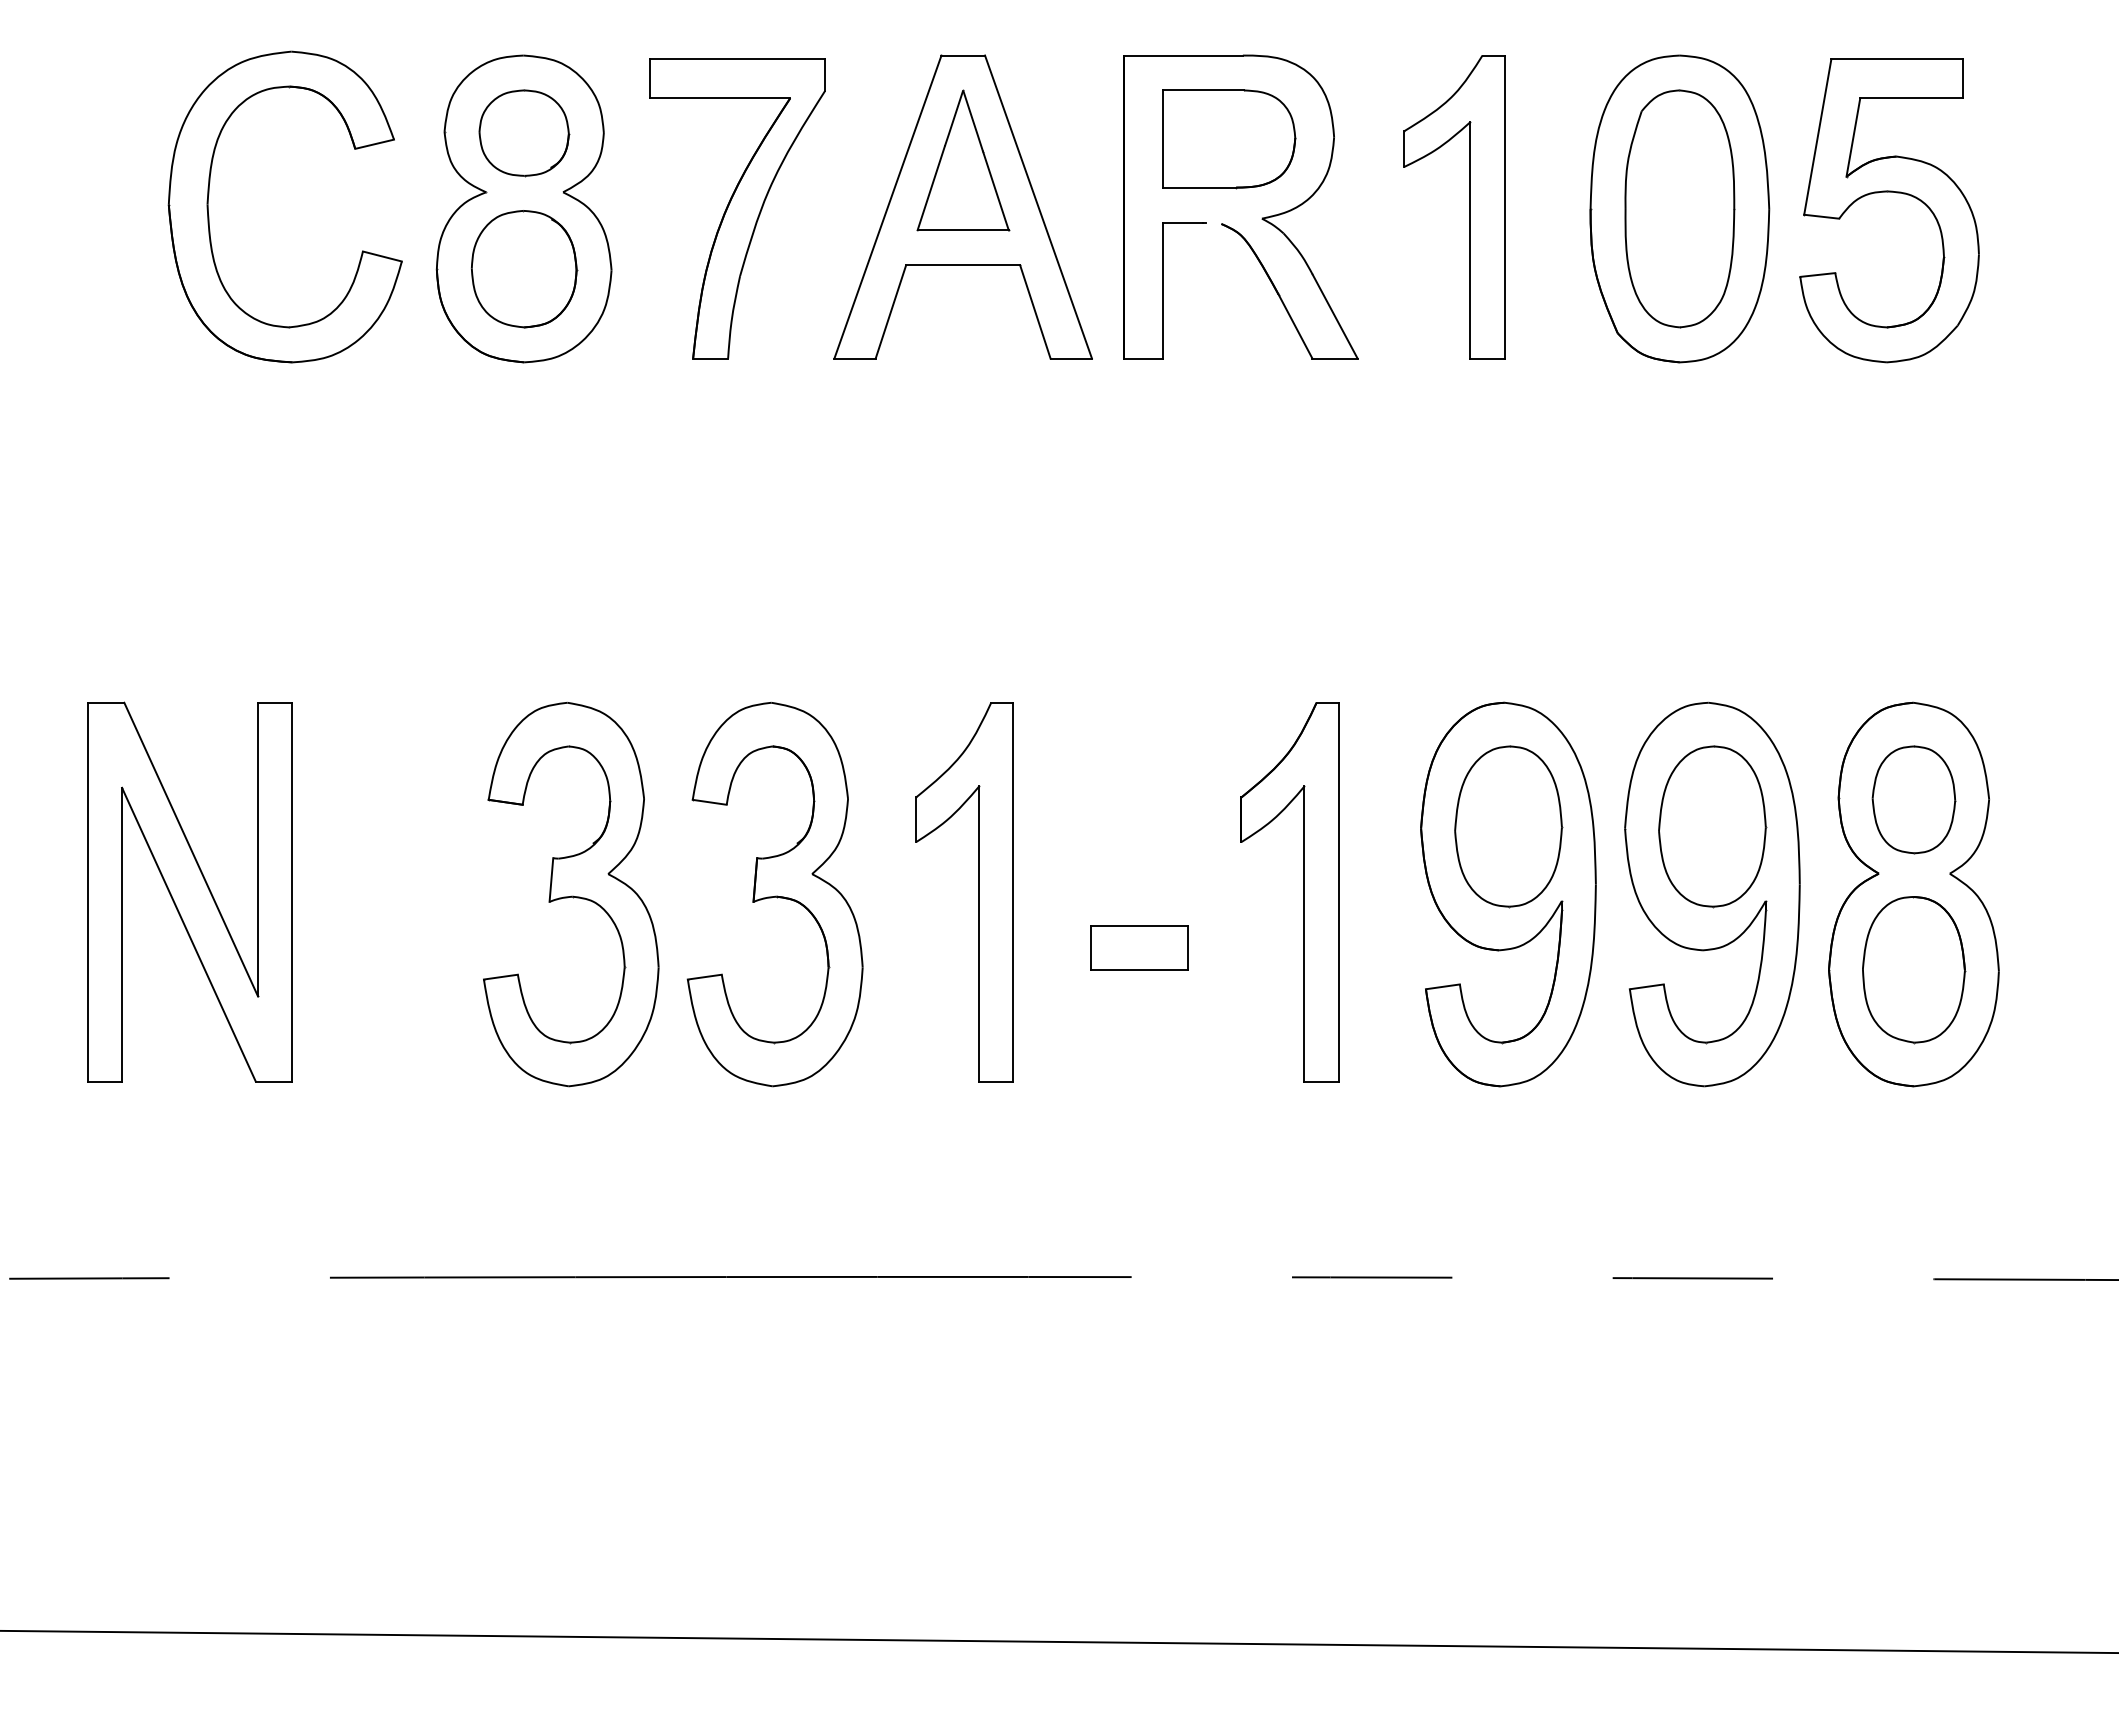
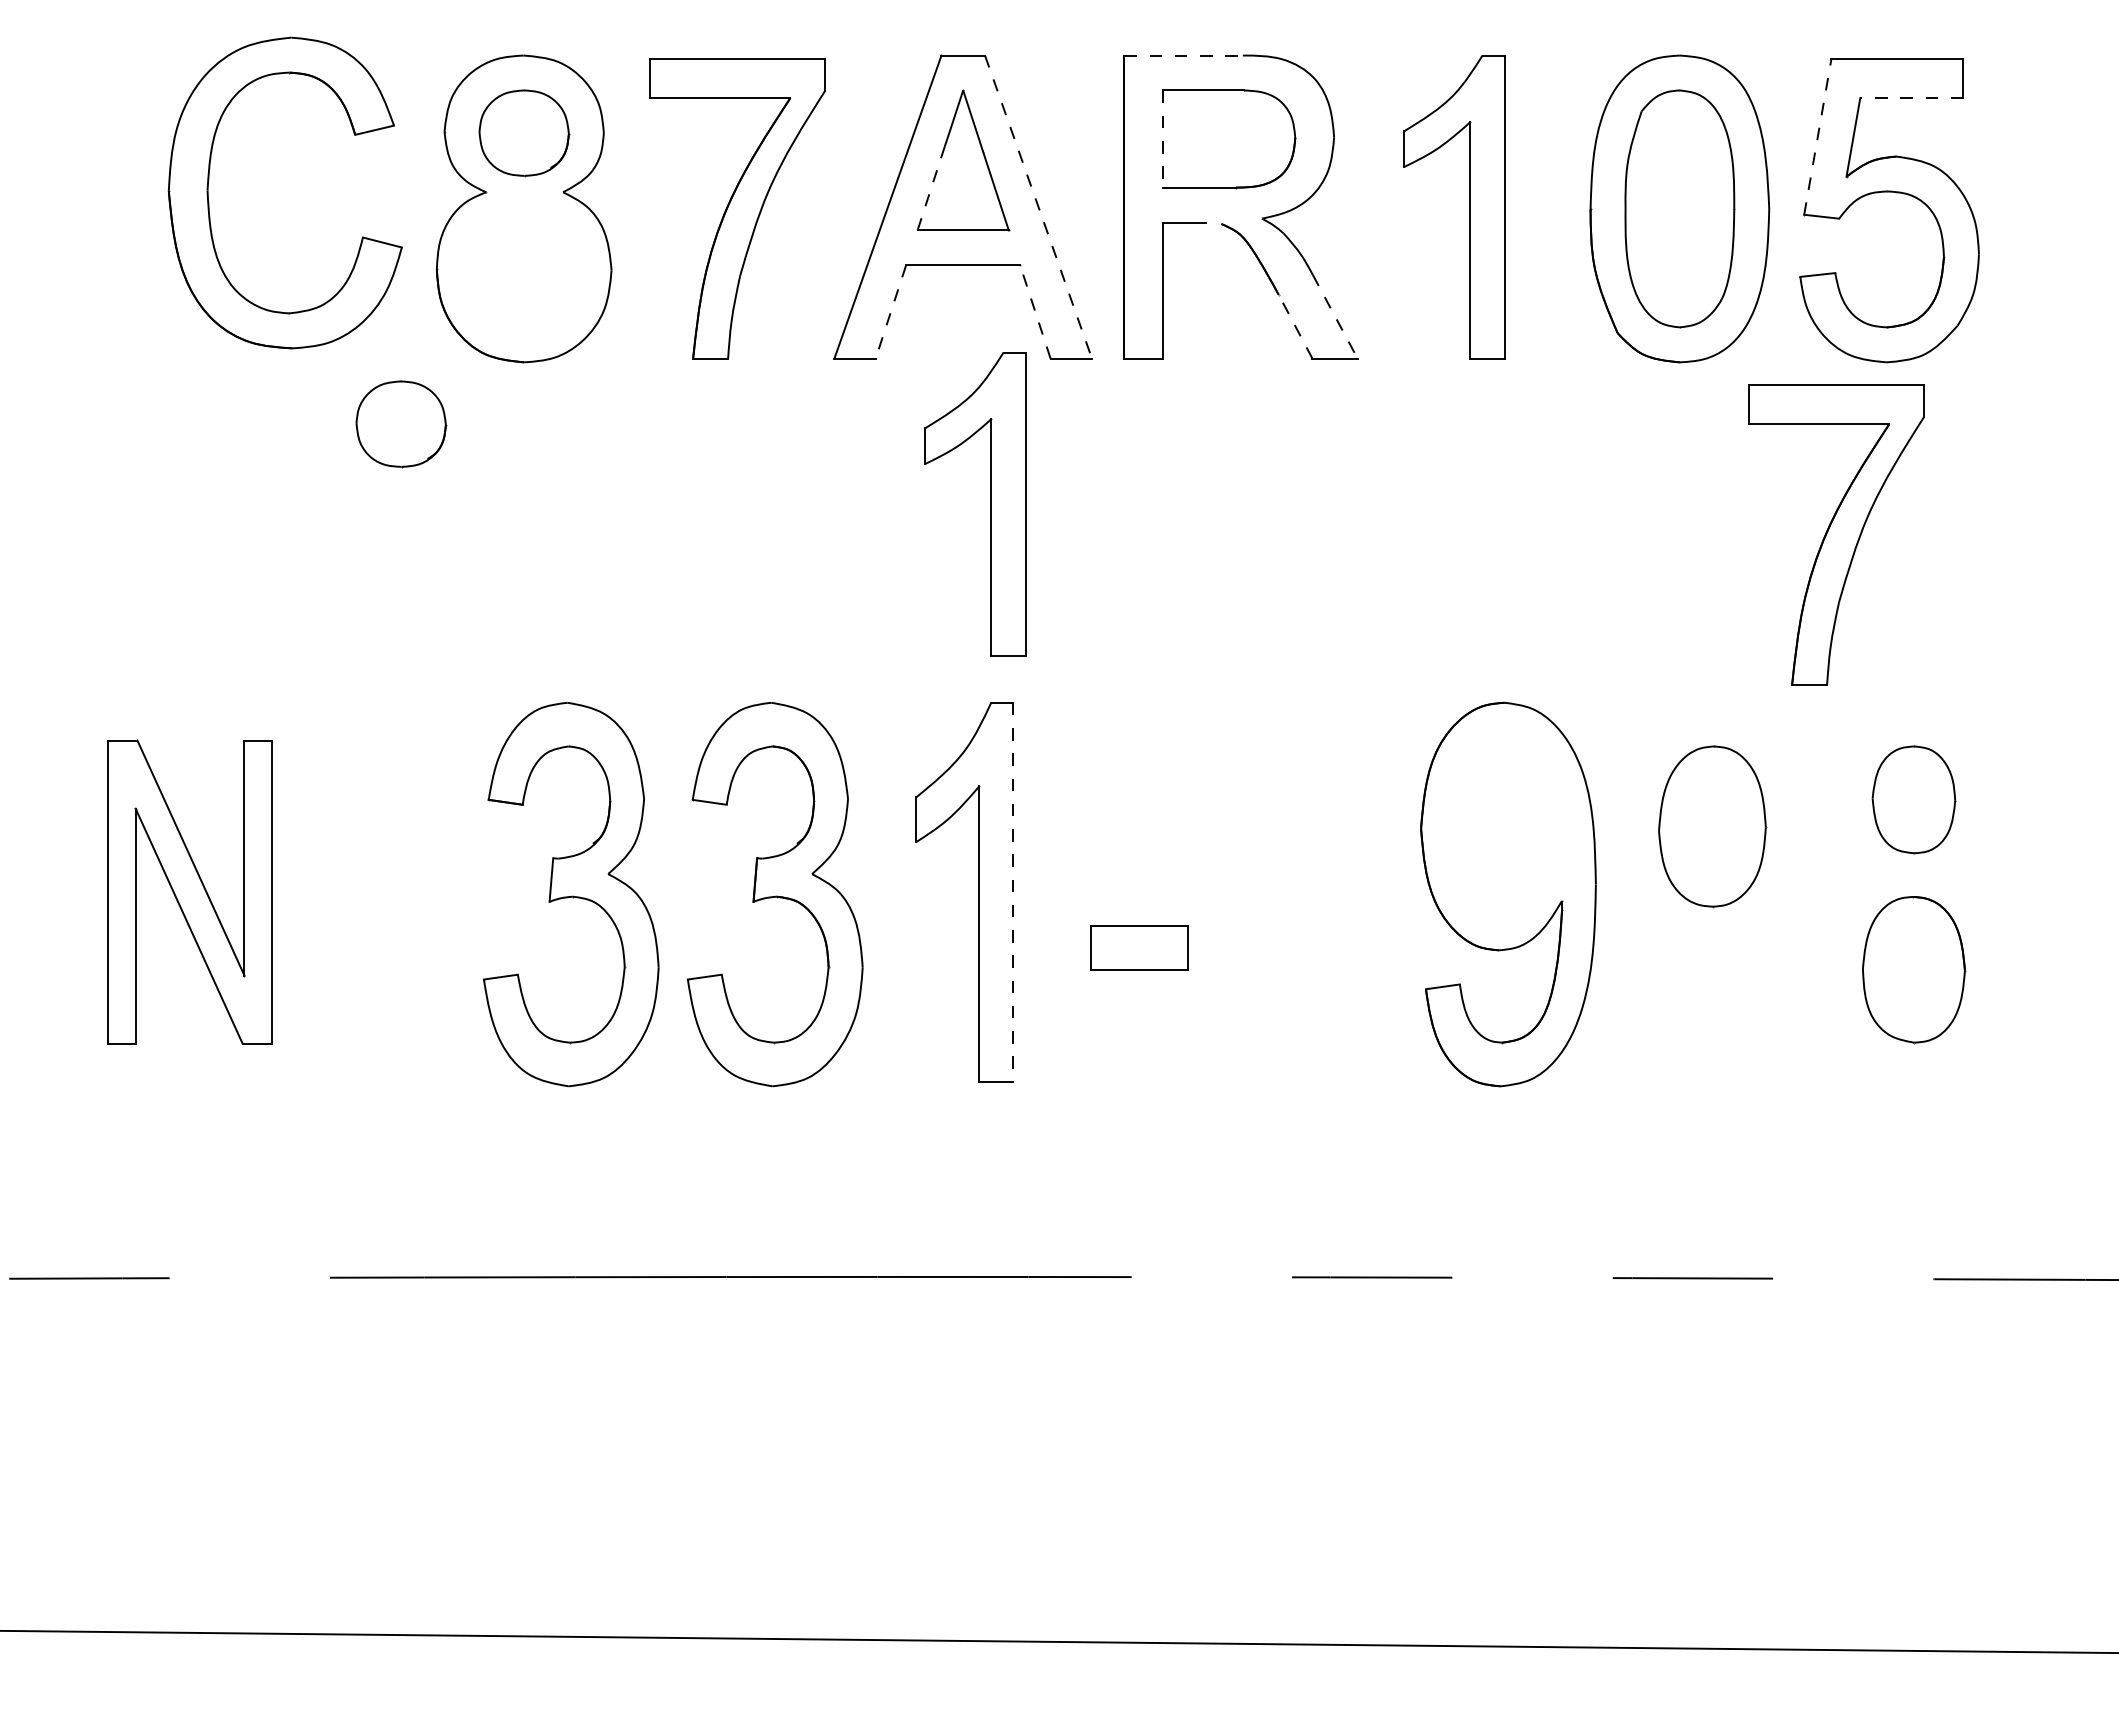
line at (1184, 55): solid -> dashed
line at (1911, 98): solid -> dashed
line at (1817, 137): solid -> dashed
line at (1163, 139): solid -> dashed
line at (931, 188): solid -> dashed
line at (1038, 207): solid -> dashed
part at (209, 216) position: (209, 216) -> (209, 202)
part at (524, 269): present -> none
line at (1035, 311): solid -> dashed
line at (890, 312): solid -> dashed
line at (1335, 317): solid -> dashed
line at (1295, 326): solid -> dashed
part at (401, 424): none -> present
part at (990, 504): none -> present
part at (1836, 534): none -> present
part at (1508, 826): present -> none
part at (189, 891) size: 206x382 px -> 166x306 px
line at (1013, 892): solid -> dashed
part at (1303, 892): present -> none
part at (1712, 894): present -> none
part at (1913, 894): present -> none
